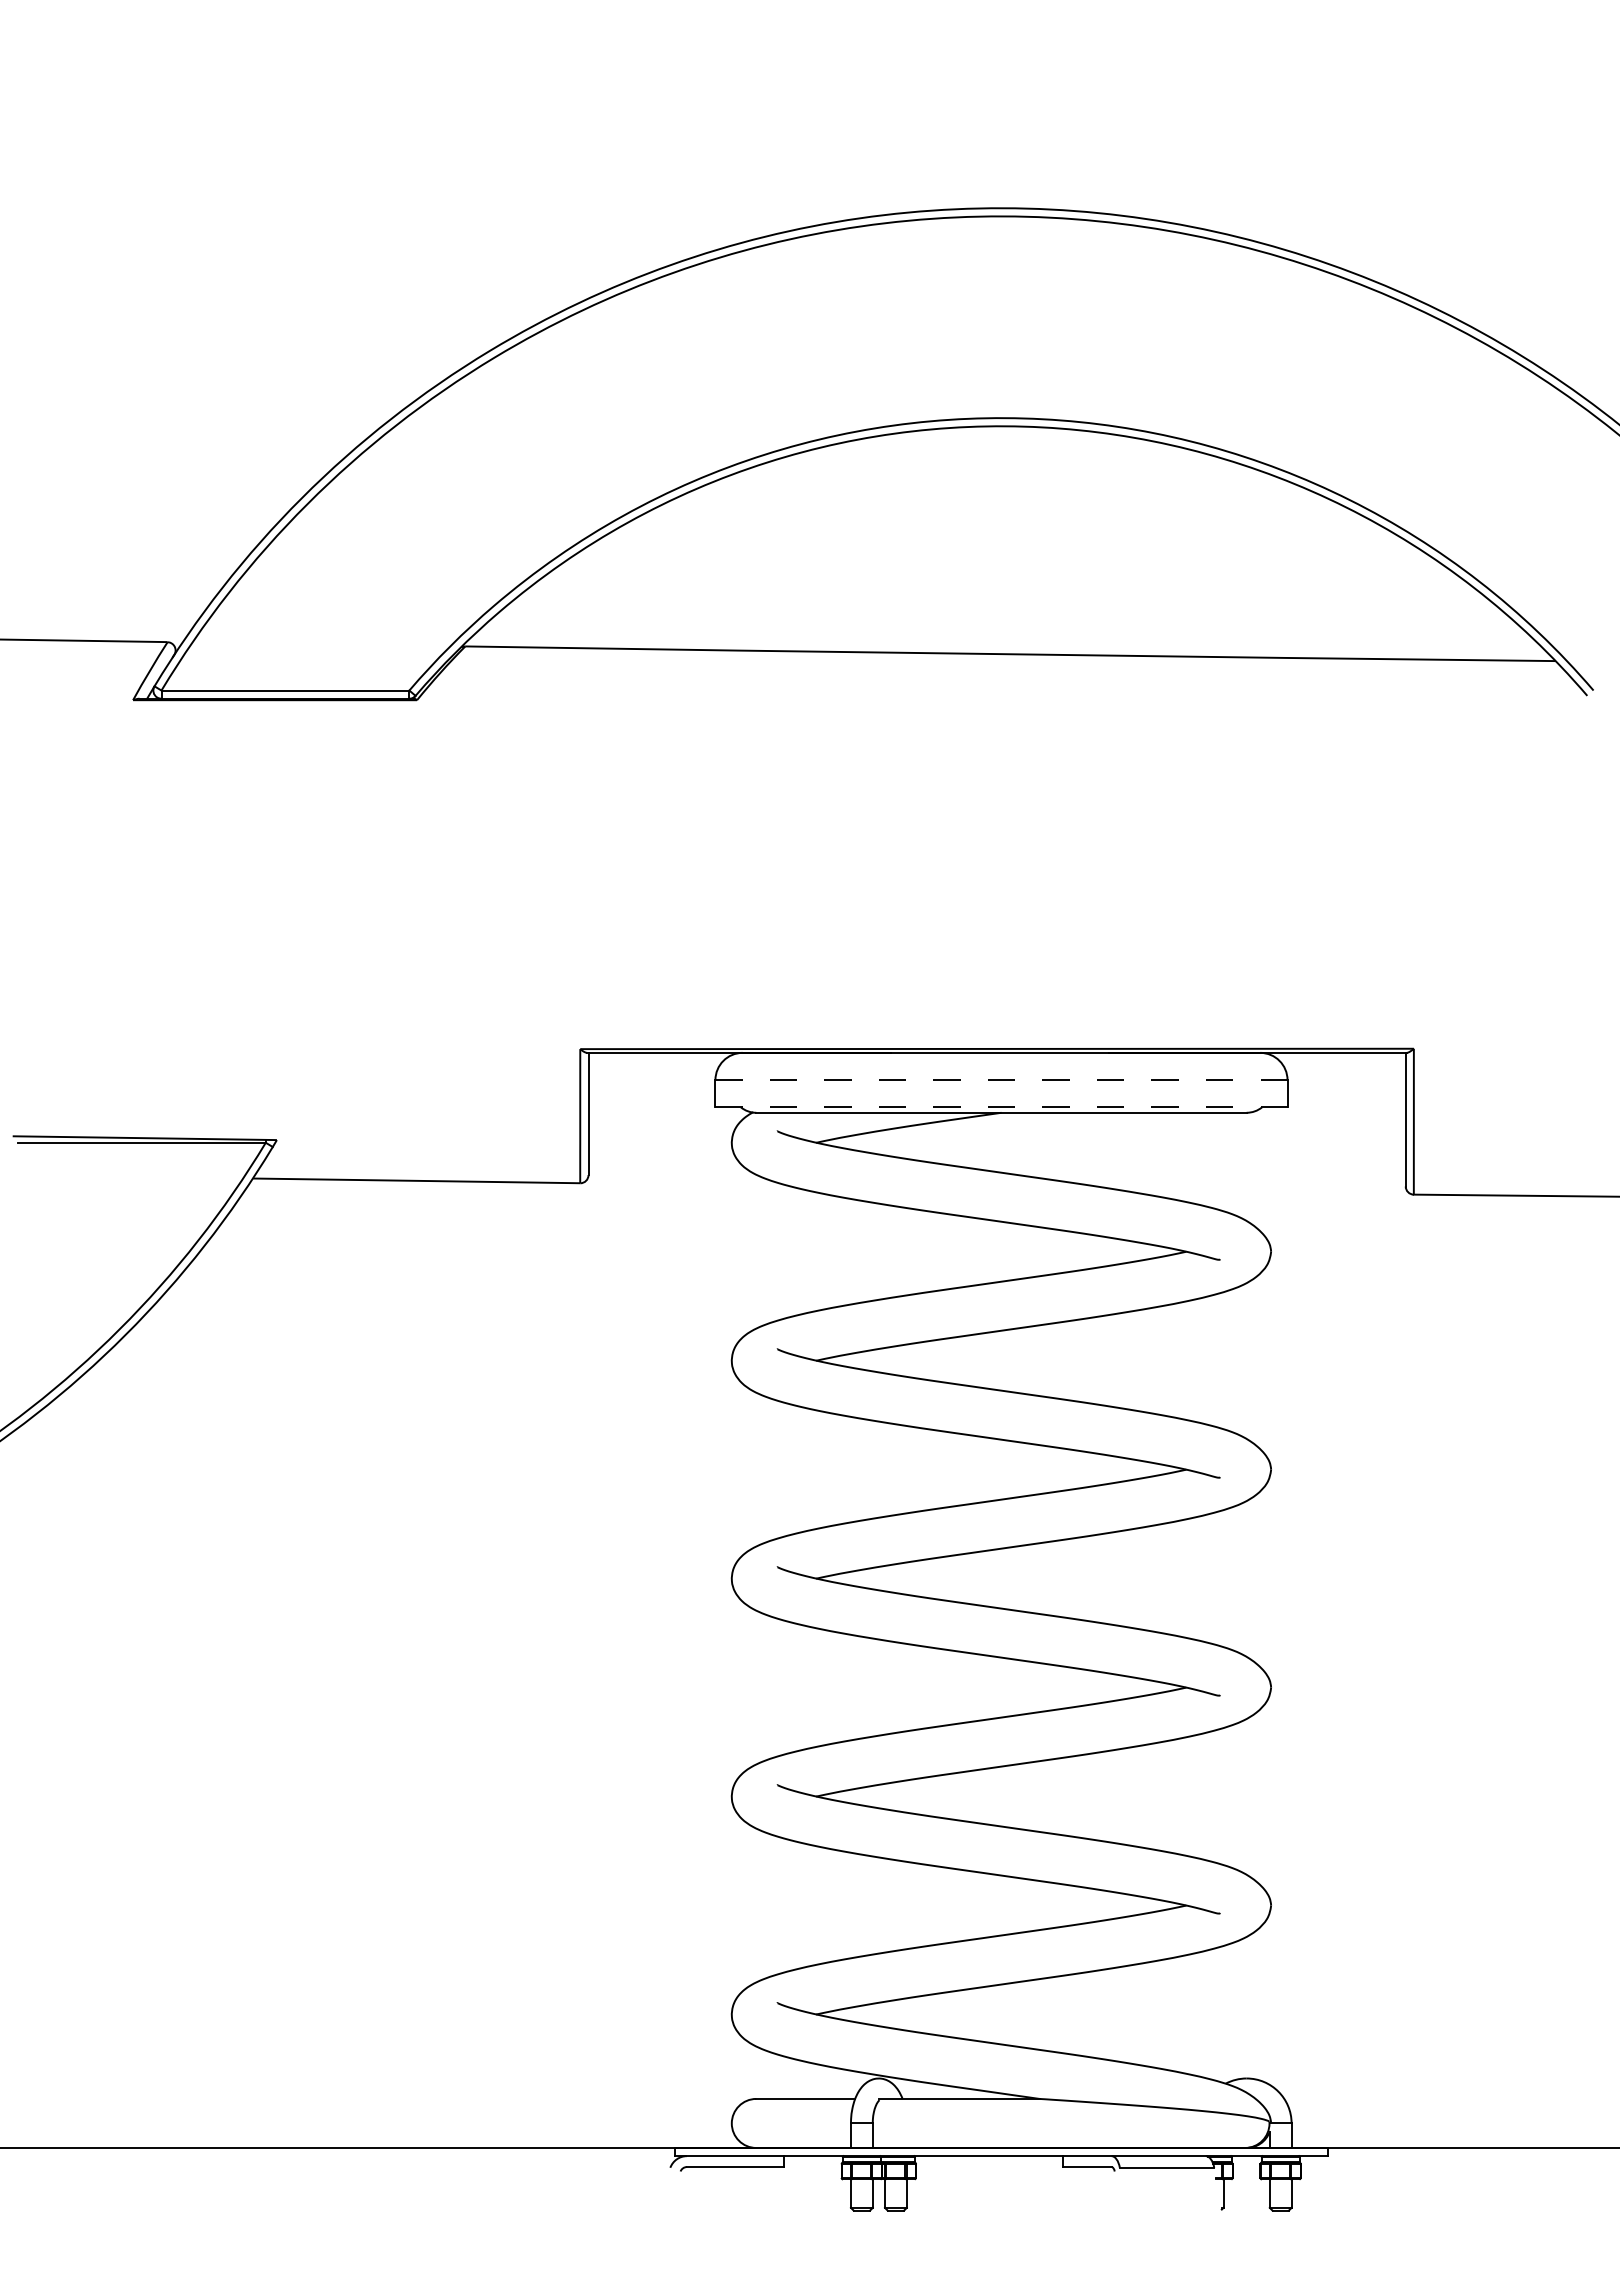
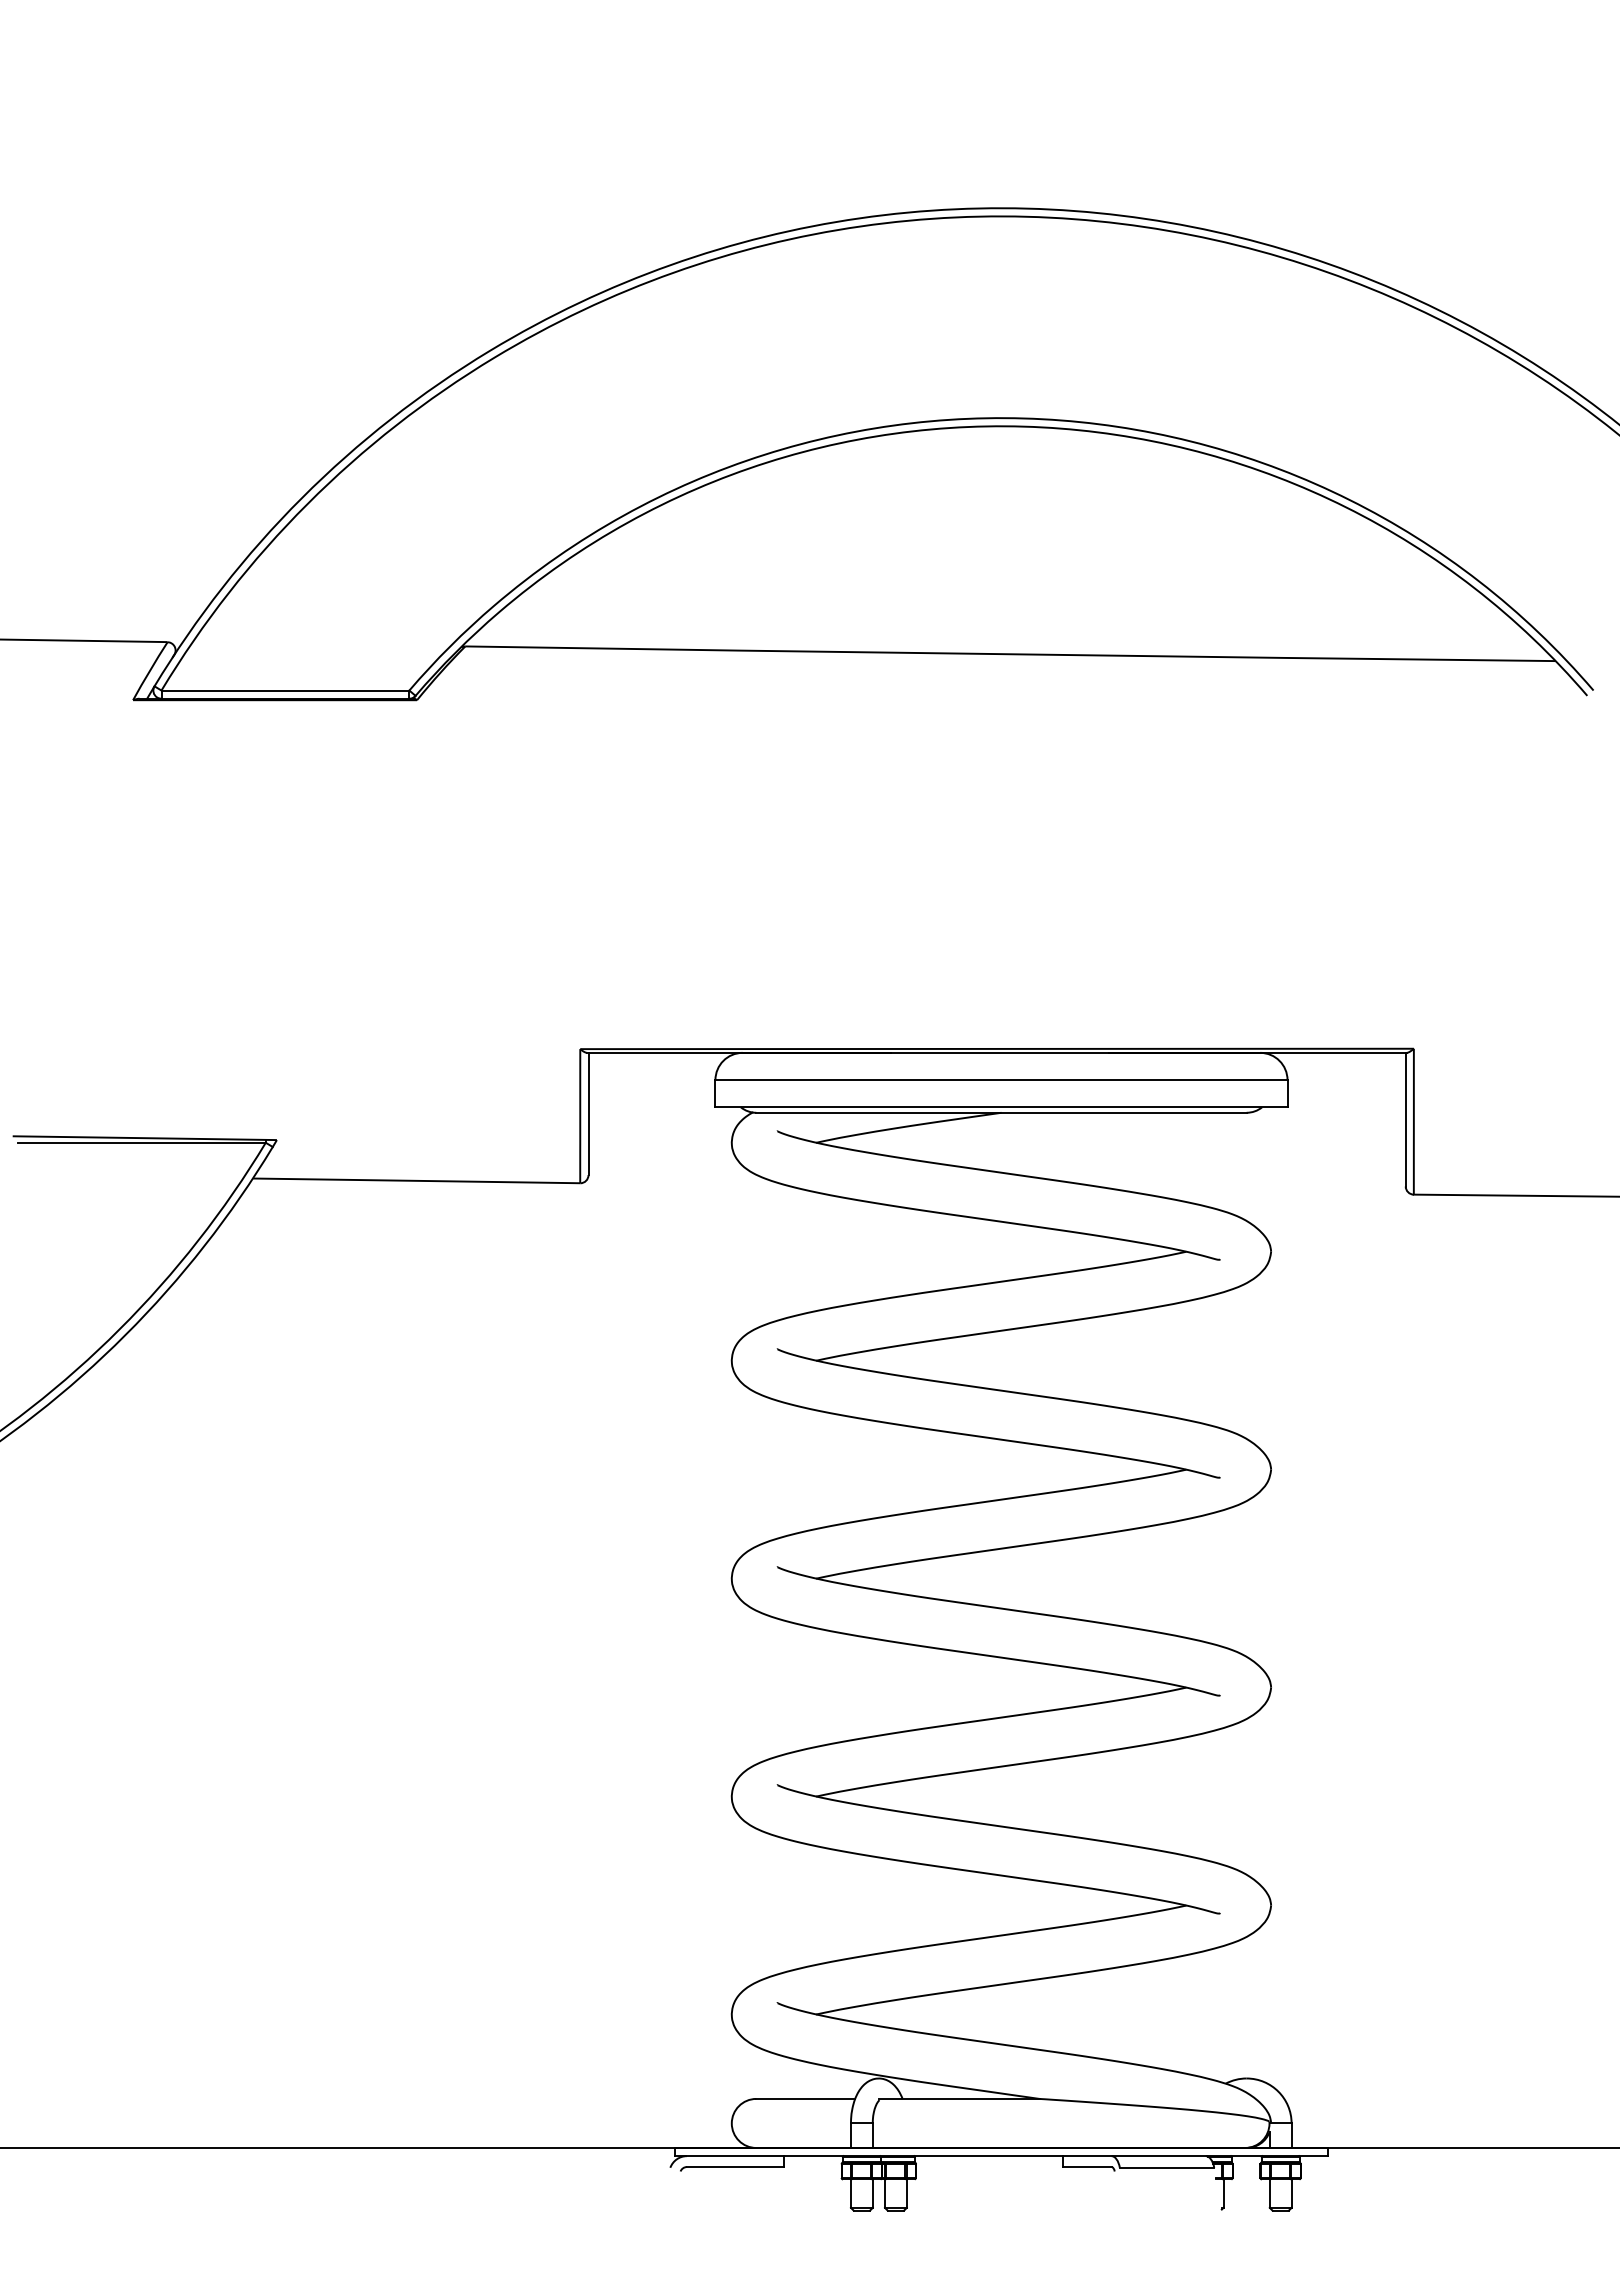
line at (1001, 1080): dashed -> solid
line at (1001, 1107): dashed -> solid
